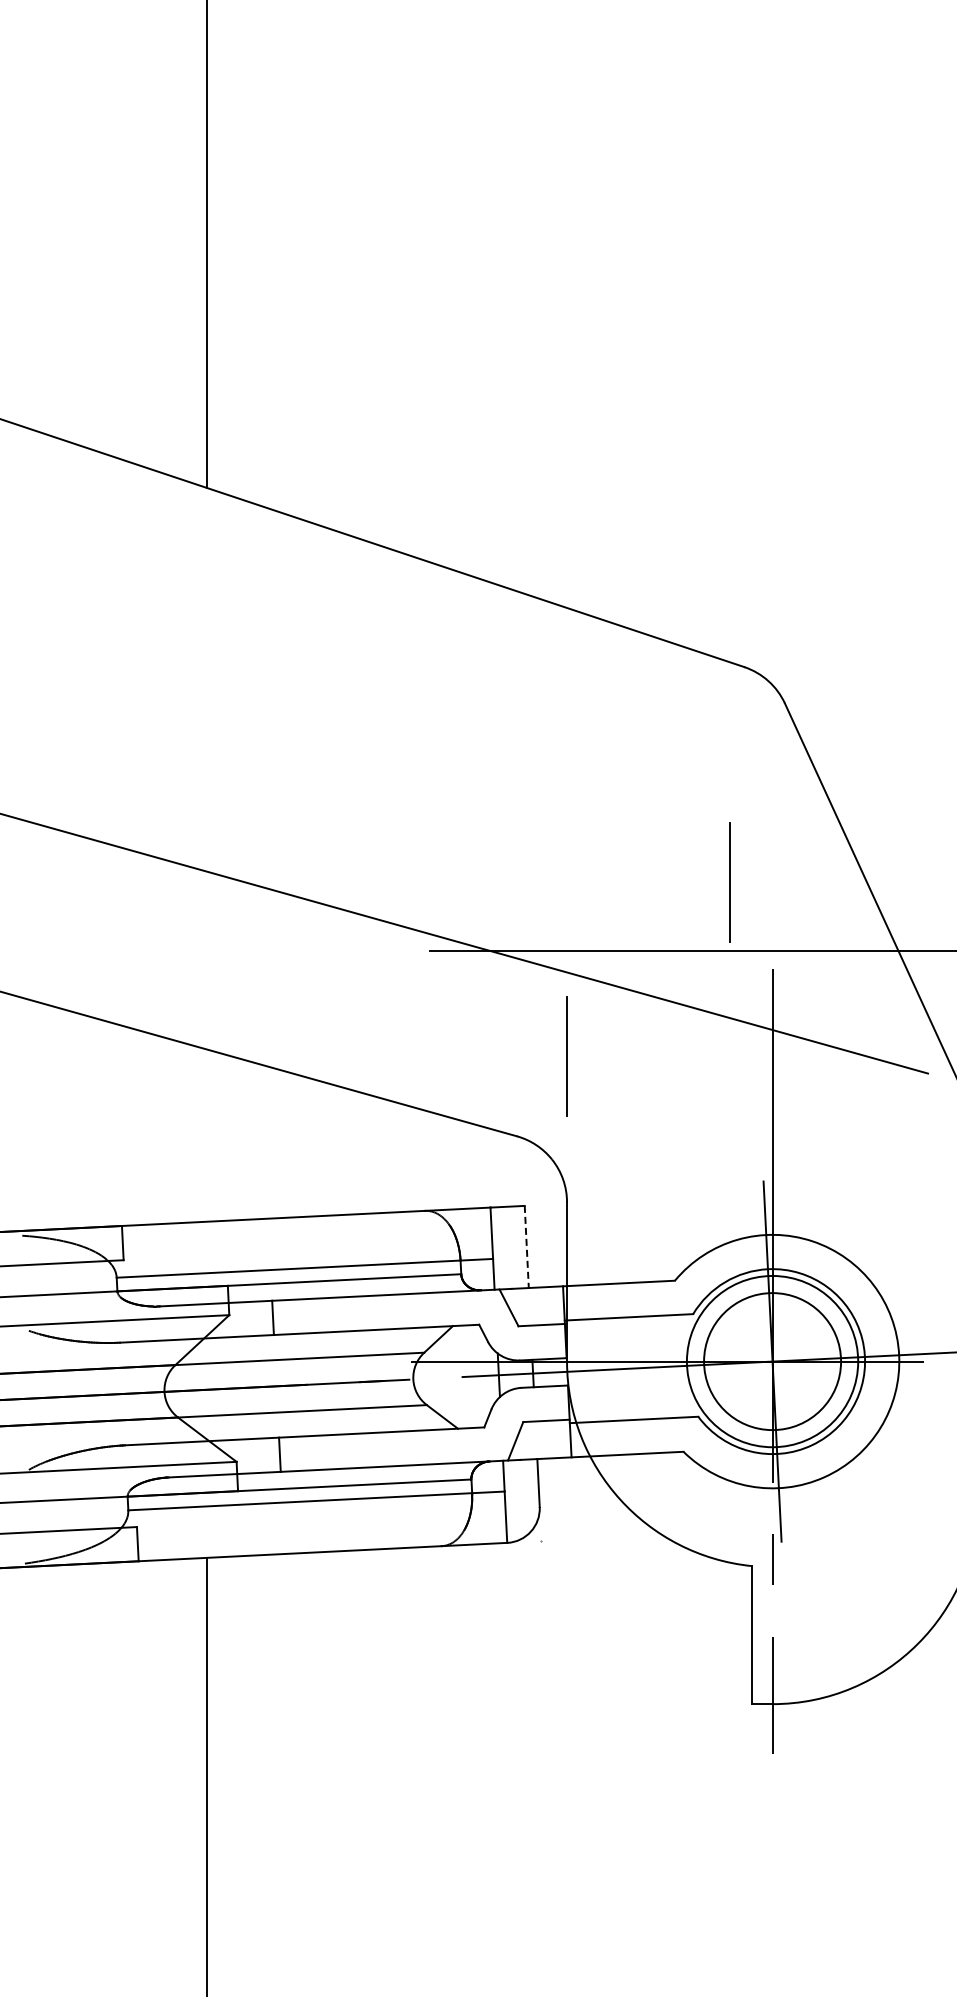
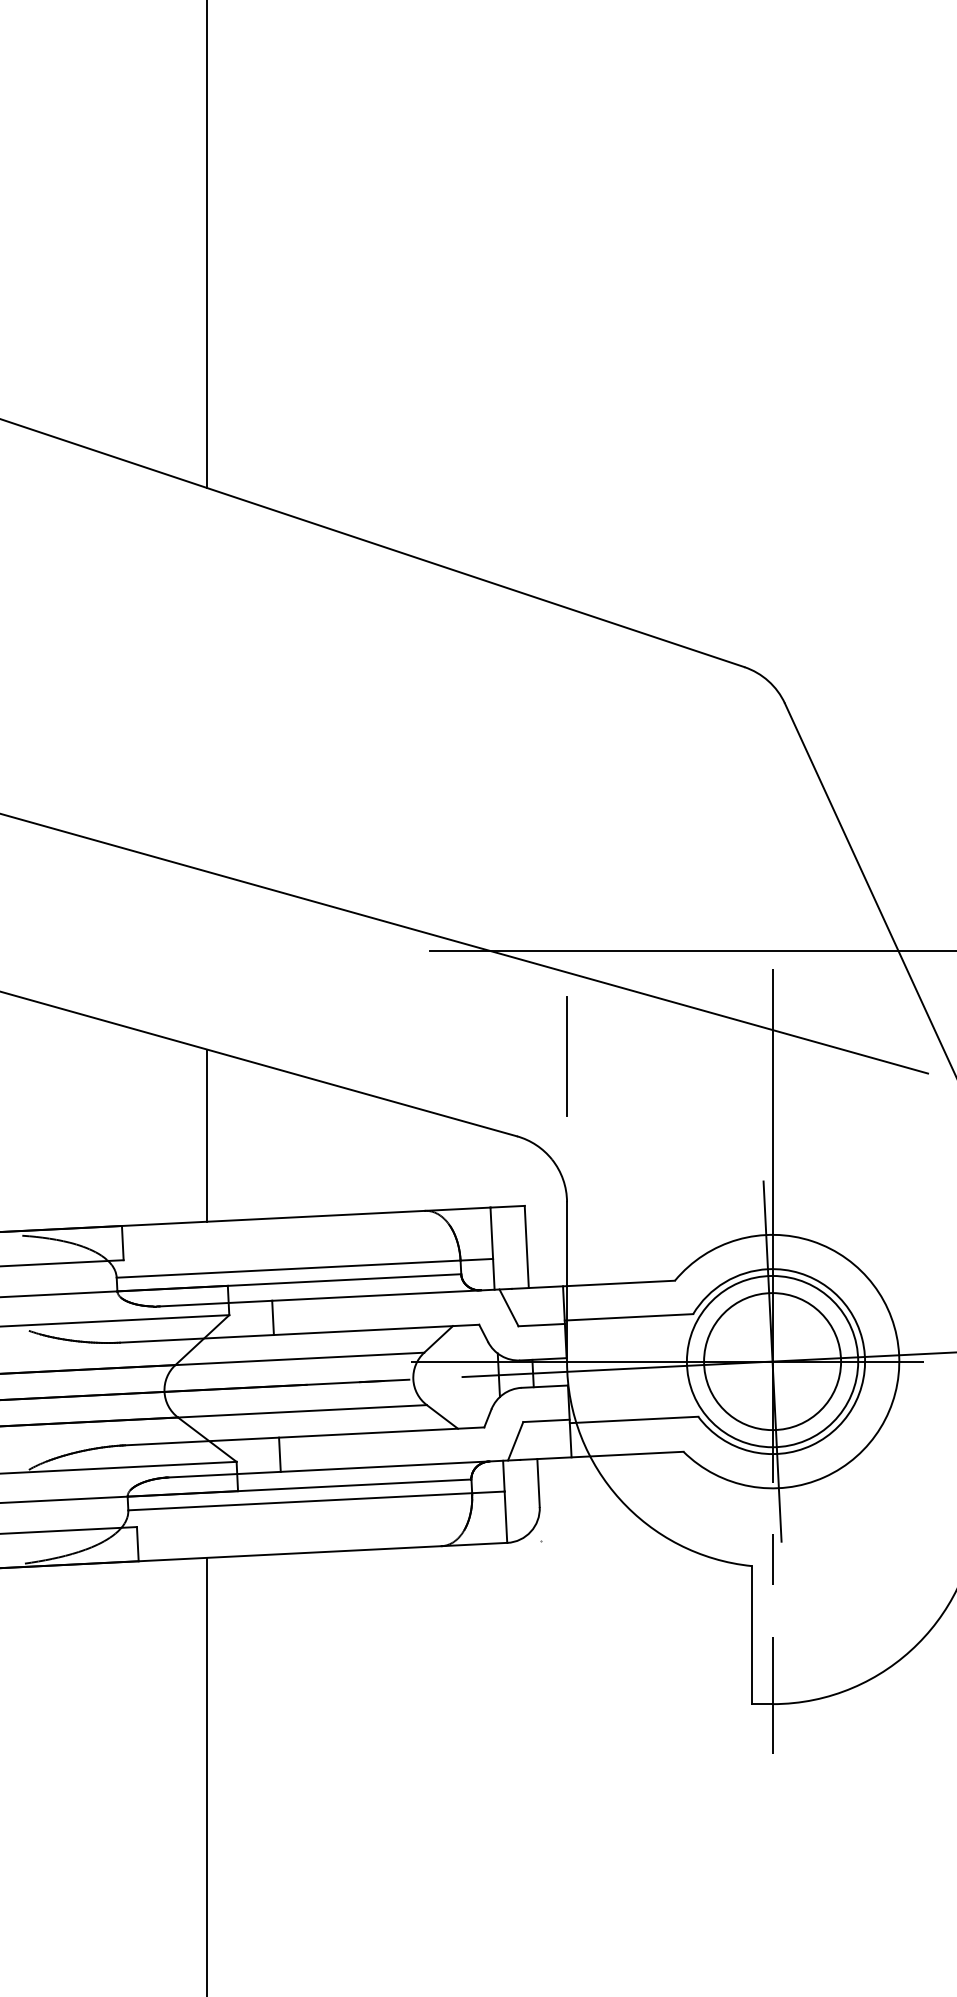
line at (729, 882): present -> none
line at (207, 1135): none -> present
line at (526, 1247): dashed -> solid
